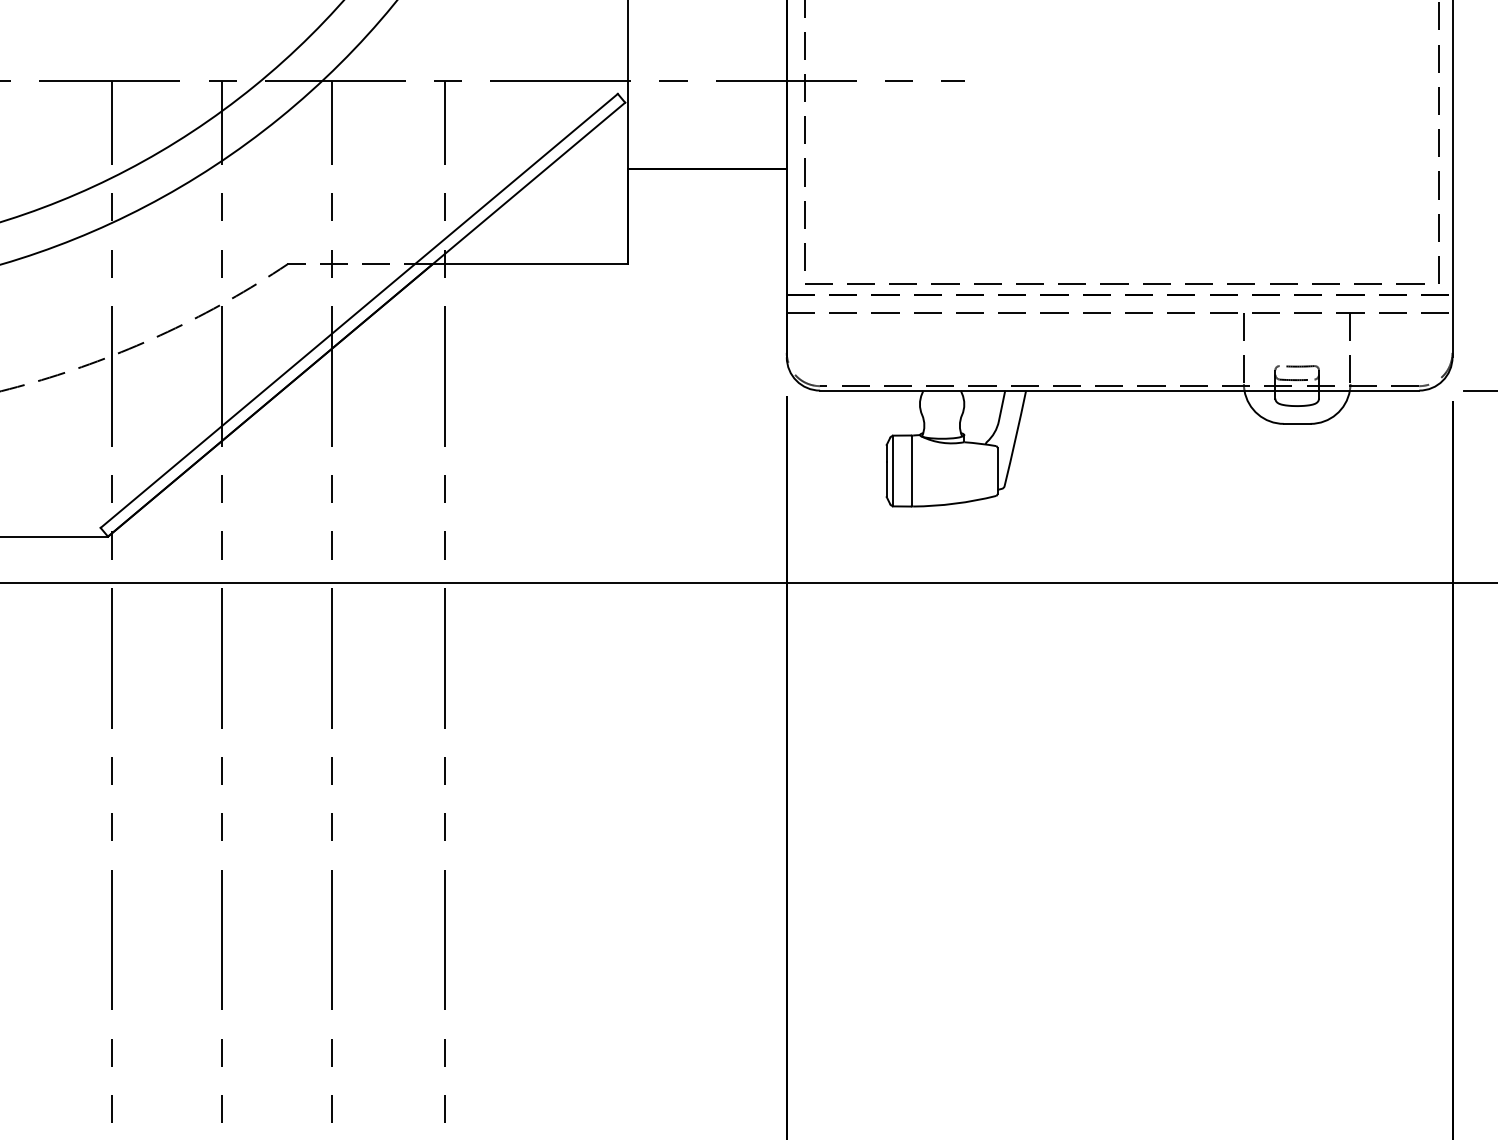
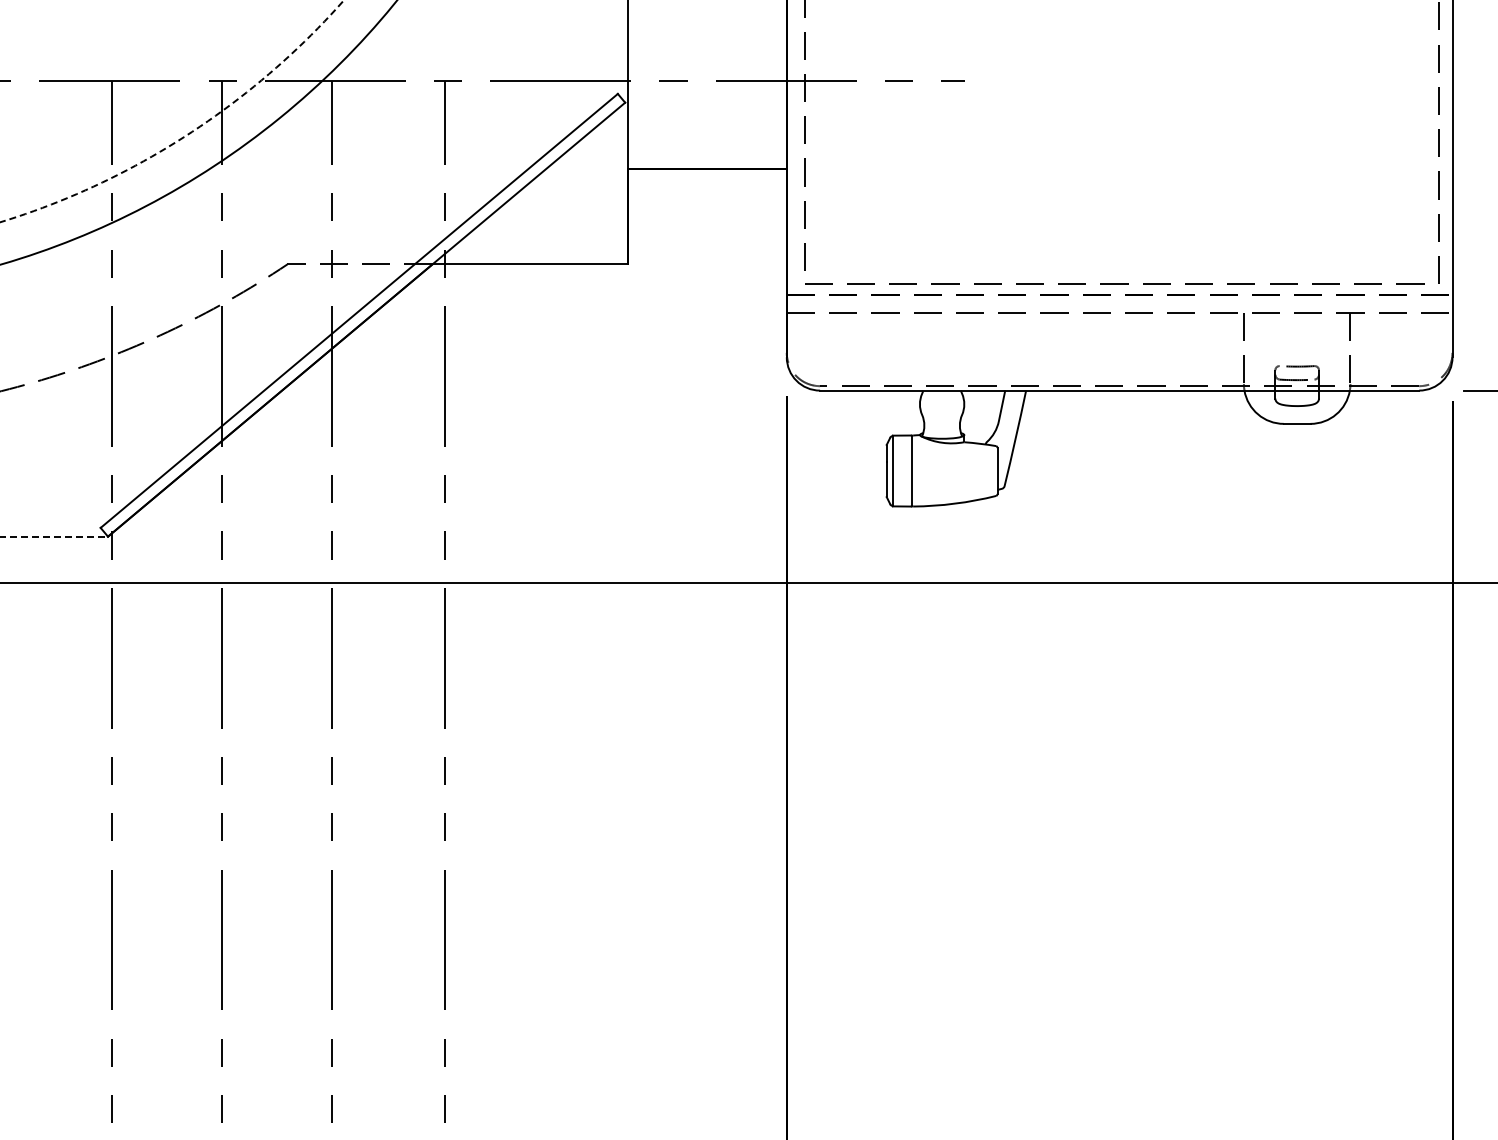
arc at (187, 134): solid -> dashed
line at (54, 536): solid -> dashed
